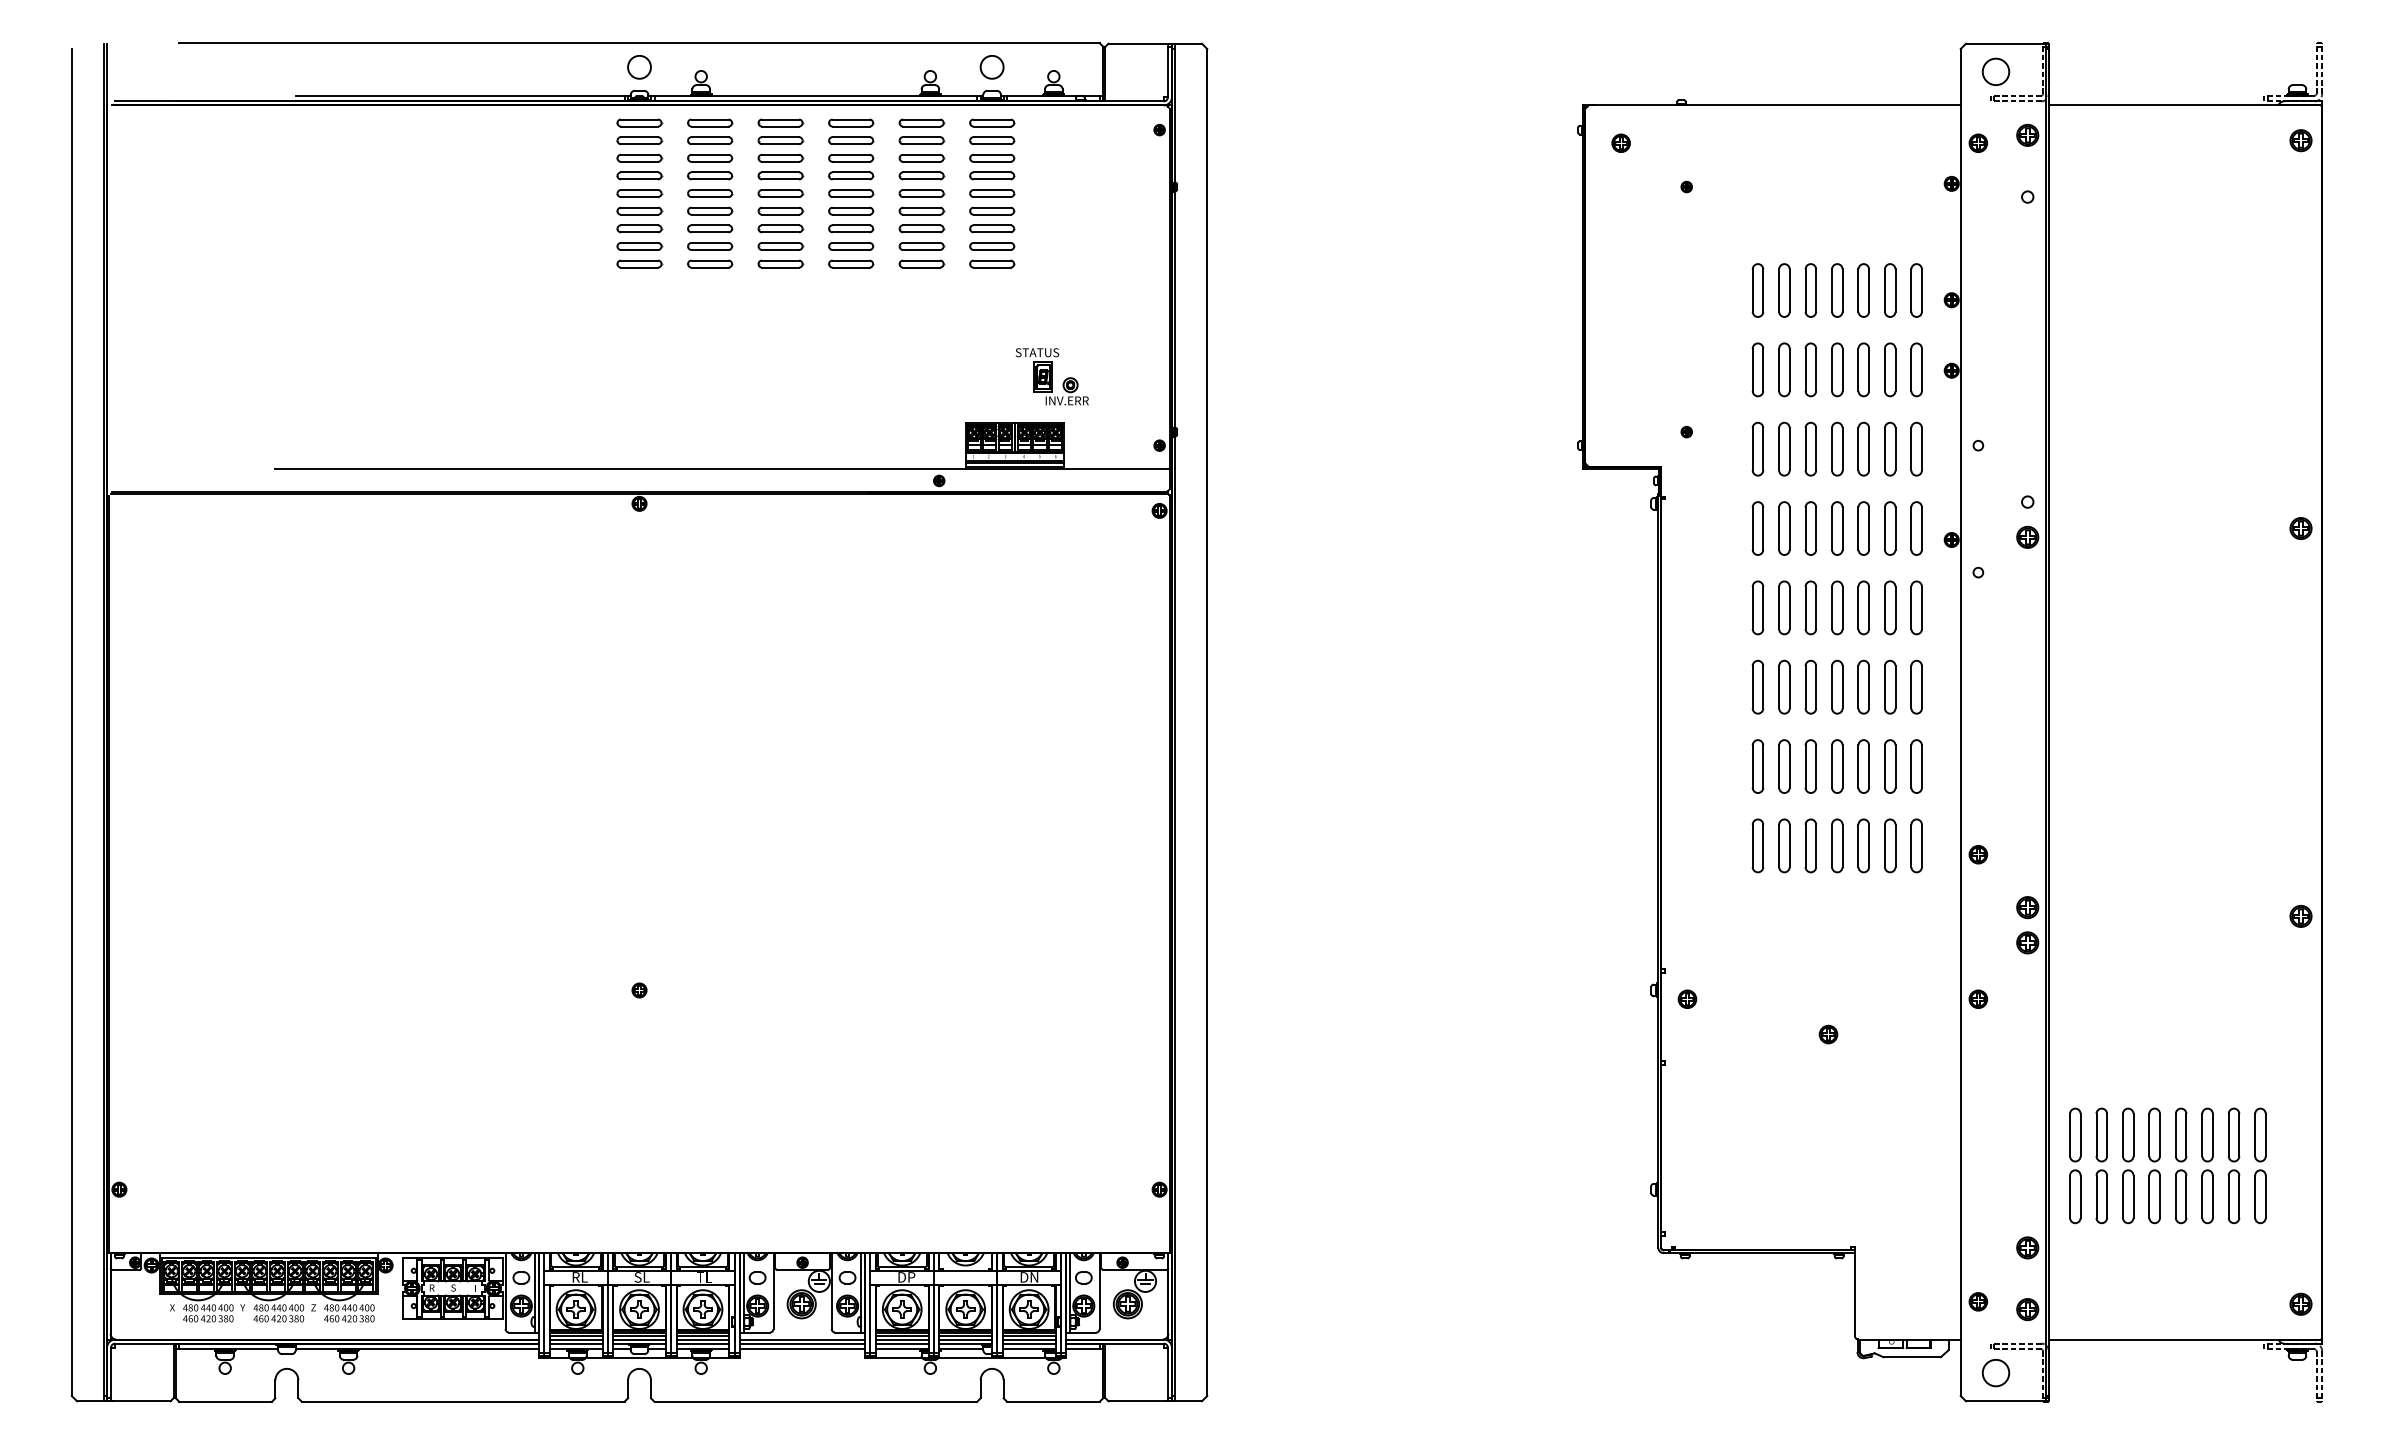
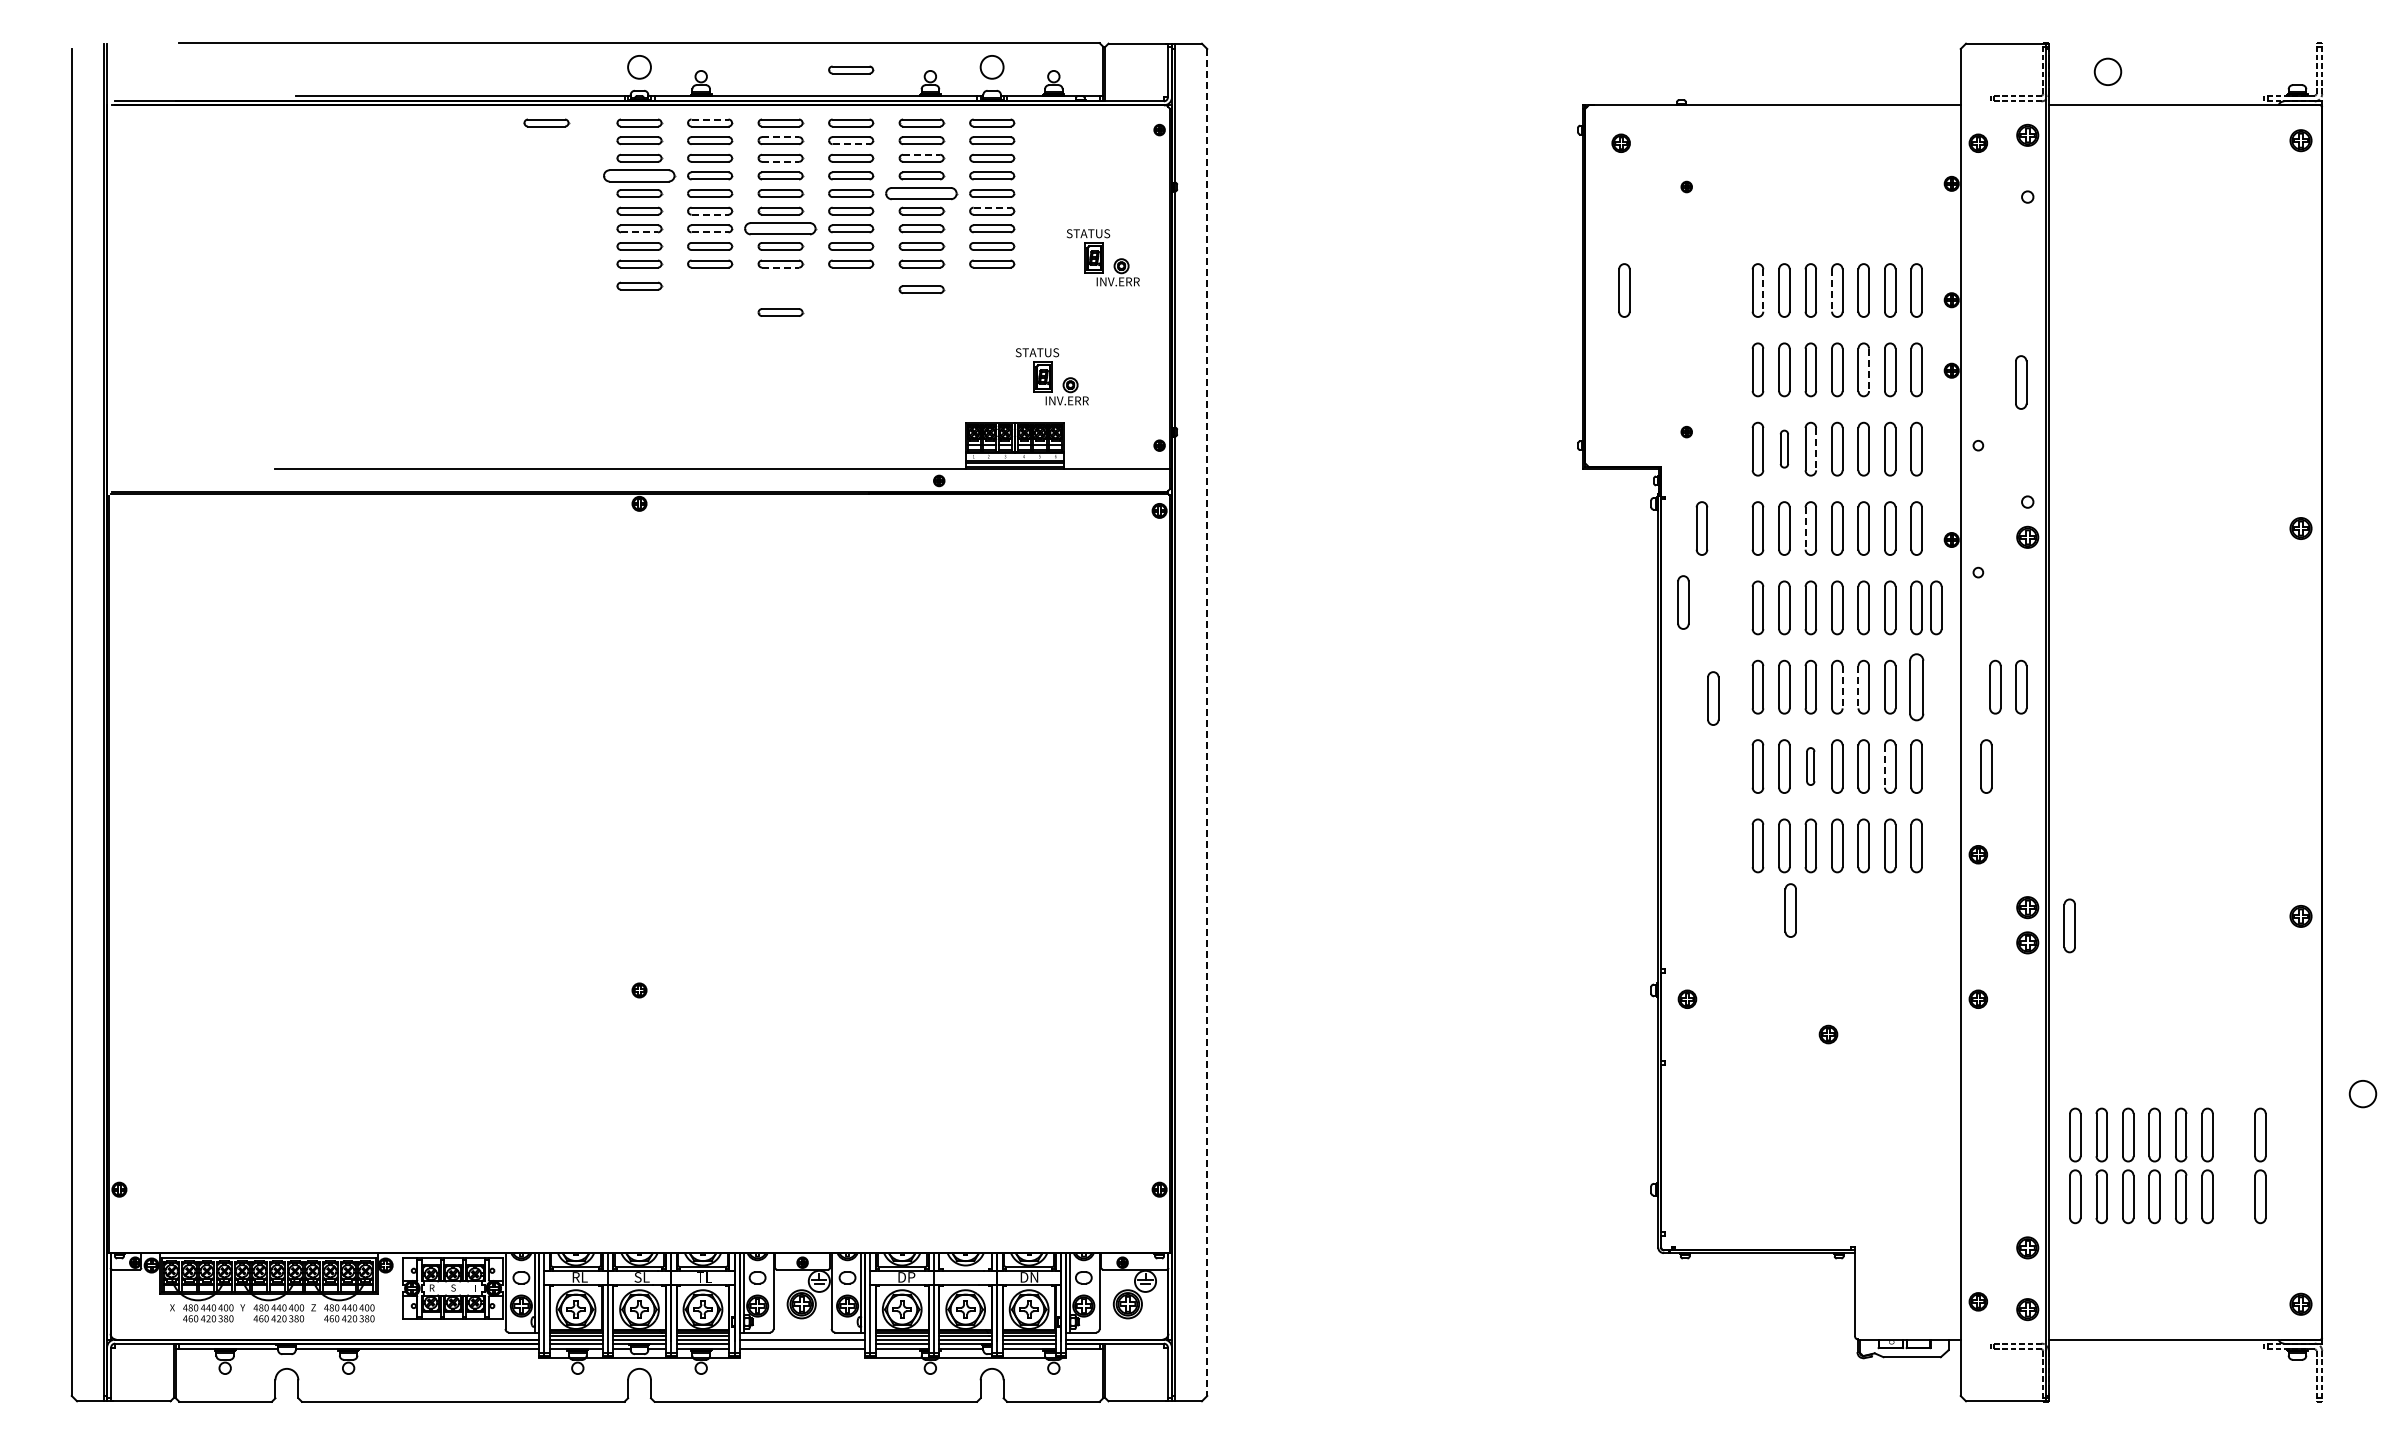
part at (851, 69): none -> present
circle at (1995, 71) position: (1995, 71) -> (2107, 71)
line at (710, 119): solid -> dashed
part at (546, 122): none -> present
line at (780, 137): solid -> dashed
line at (851, 144): solid -> dashed
line at (921, 154): solid -> dashed
line at (780, 161): solid -> dashed
part at (639, 175) size: 48x10 px -> 74x14 px
part at (921, 193) size: 48x9 px -> 74x14 px
line at (992, 207): solid -> dashed
line at (710, 214): solid -> dashed
part at (780, 228) size: 48x10 px -> 74x14 px
line at (639, 232): solid -> dashed
line at (710, 232): solid -> dashed
part at (1103, 257): none -> present
line at (780, 267): solid -> dashed
part at (639, 285): none -> present
part at (921, 289): none -> present
part at (1624, 290): none -> present
line at (1763, 291): solid -> dashed
line at (1832, 291): solid -> dashed
part at (780, 312): none -> present
line at (1869, 370): solid -> dashed
part at (2021, 382): none -> present
part at (1784, 448) size: 13x56 px -> 10x40 px
line at (1816, 449): solid -> dashed
part at (1701, 528): none -> present
line at (1805, 529): solid -> dashed
part at (1683, 602): none -> present
part at (1936, 607): none -> present
part at (1916, 686) size: 13x56 px -> 16x69 px
part at (1995, 686): none -> present
part at (2021, 686): none -> present
line at (1842, 687): solid -> dashed
line at (1858, 687): solid -> dashed
part at (1713, 698): none -> present
line at (1207, 723): solid -> dashed
part at (1810, 766) size: 13x55 px -> 10x39 px
part at (1986, 766): none -> present
line at (1884, 767): solid -> dashed
part at (1790, 910): none -> present
part at (2069, 925): none -> present
part at (2233, 1165): present -> none
line at (802, 1343): present -> none
circle at (1995, 1373) position: (1995, 1373) -> (2362, 1094)
